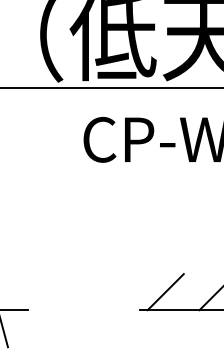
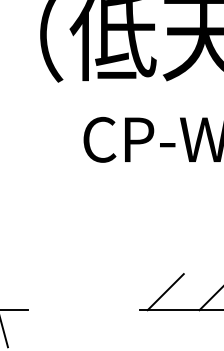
line at (111, 88): present -> none
